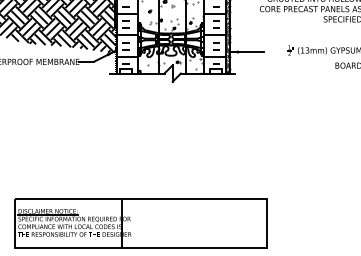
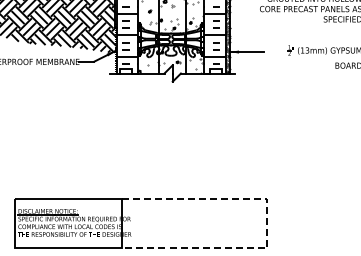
line at (267, 223): solid -> dashed
